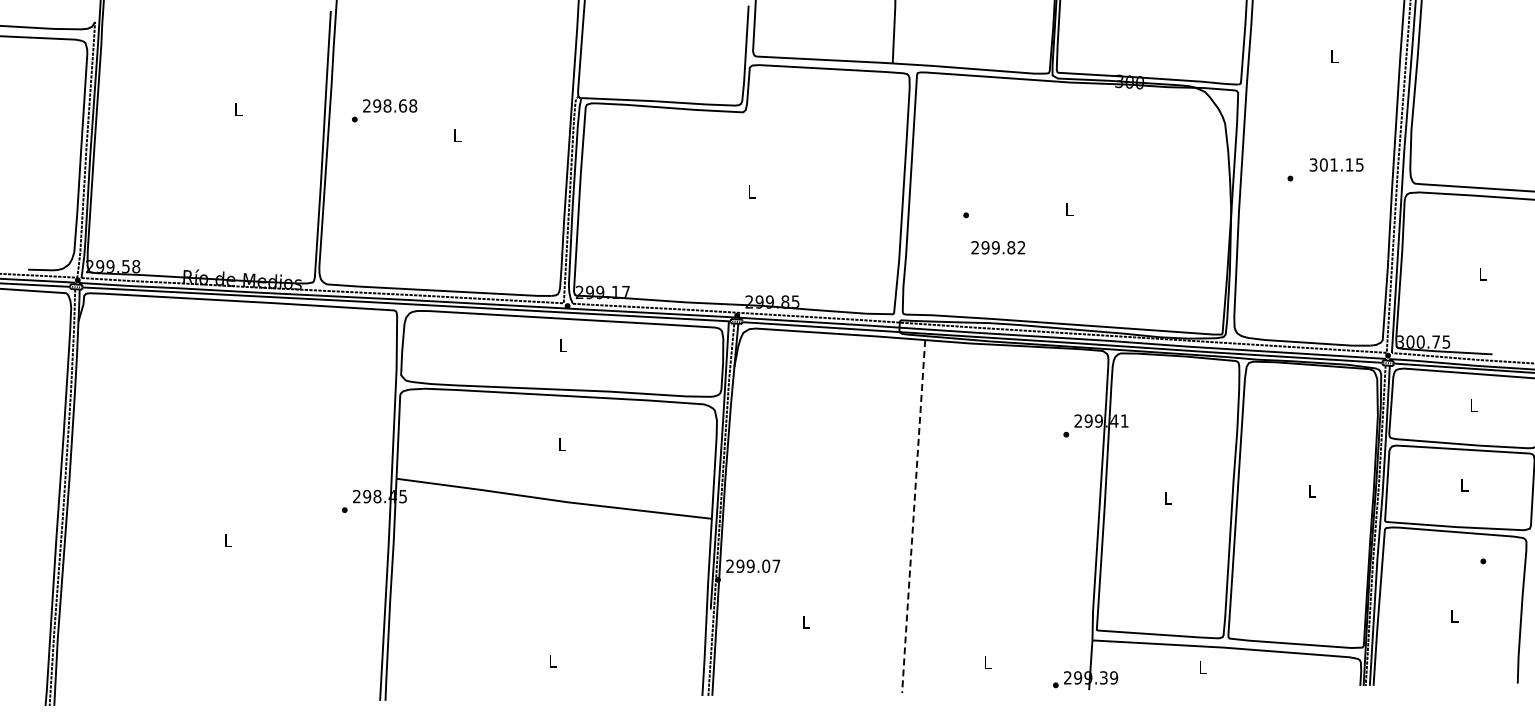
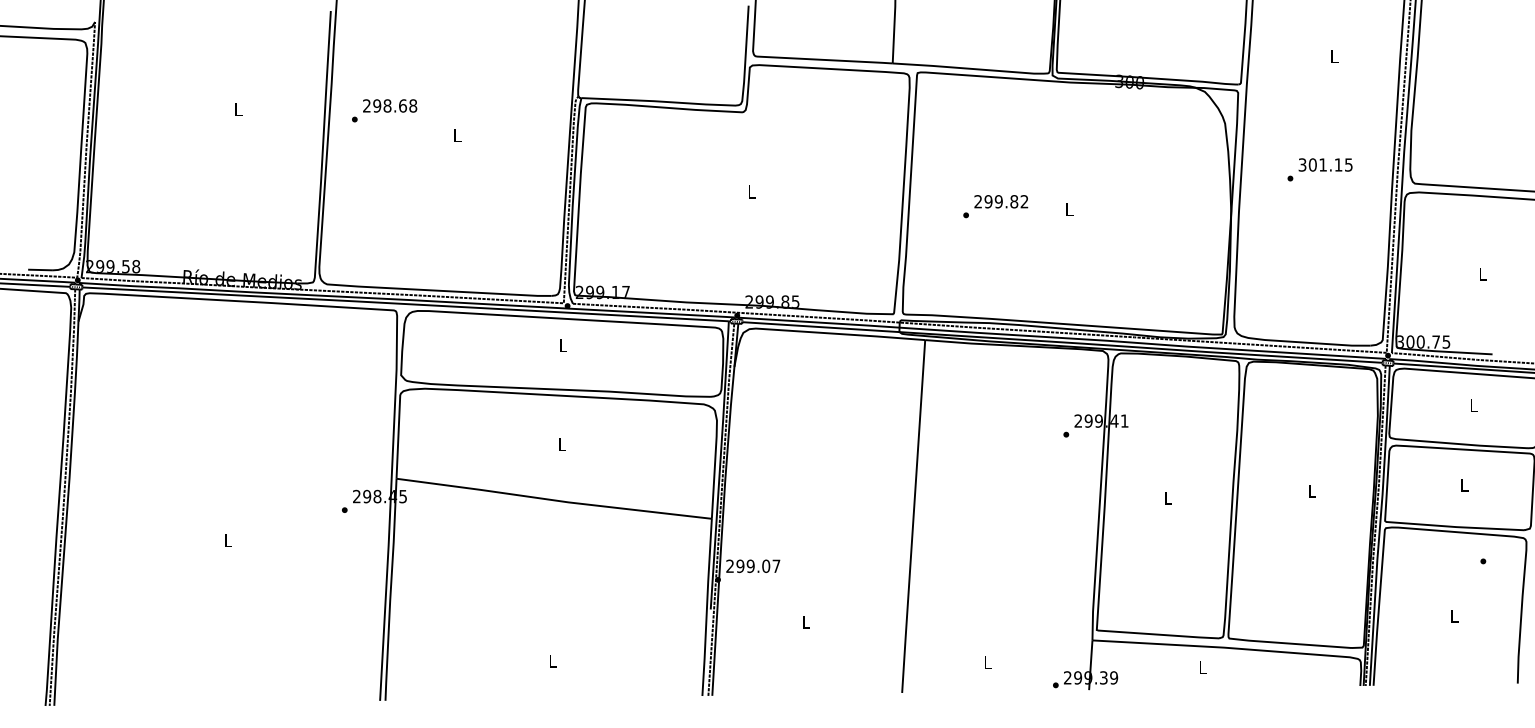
text at (1336, 164) position: (1336, 164) -> (1325, 164)
text at (998, 247) position: (998, 247) -> (1001, 201)
line at (913, 517): dashed -> solid
